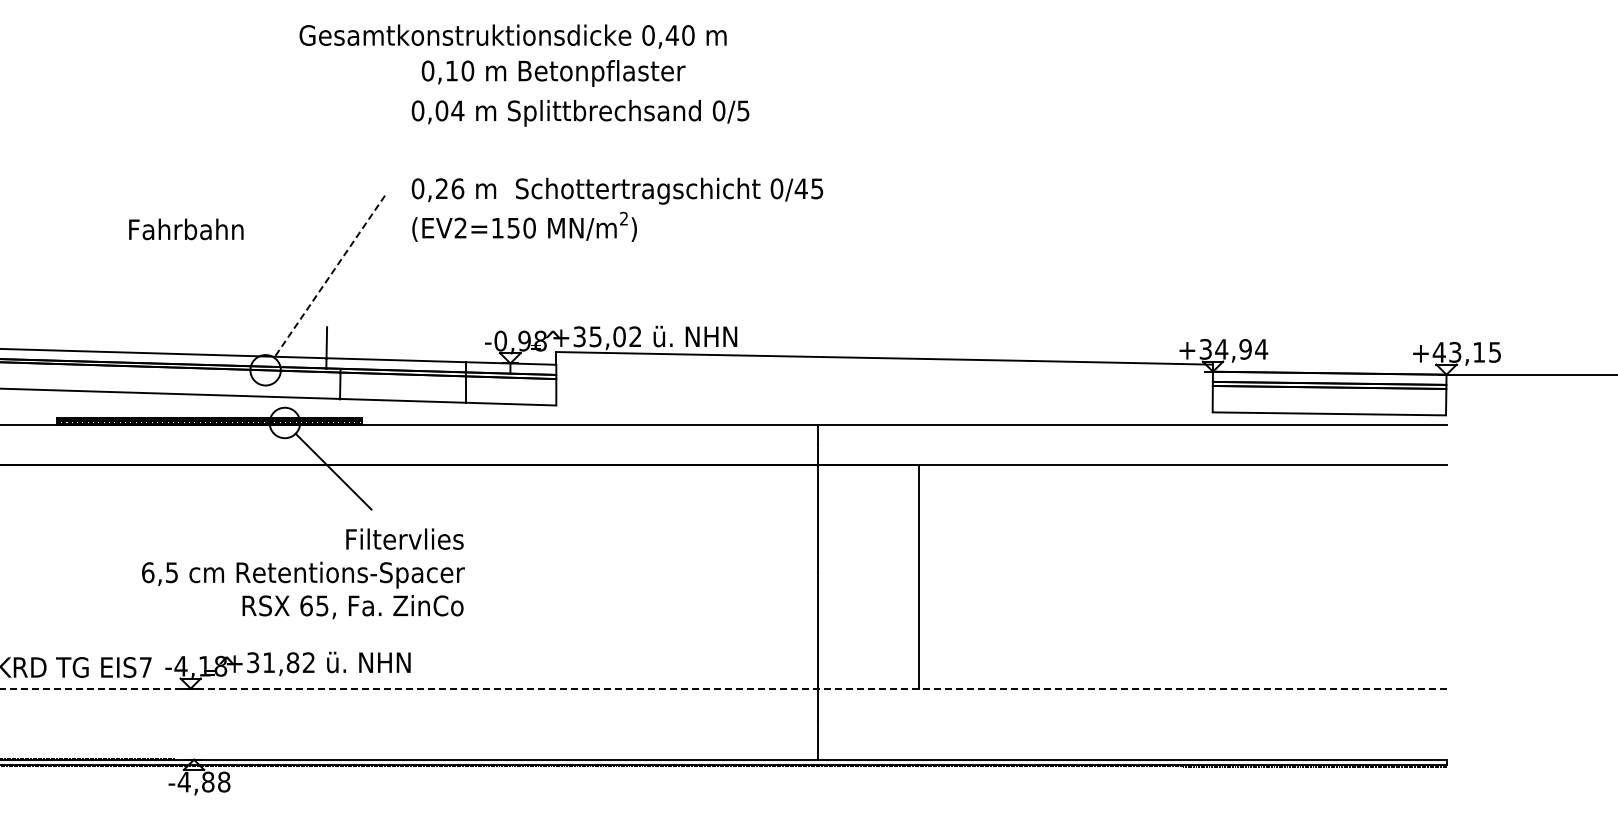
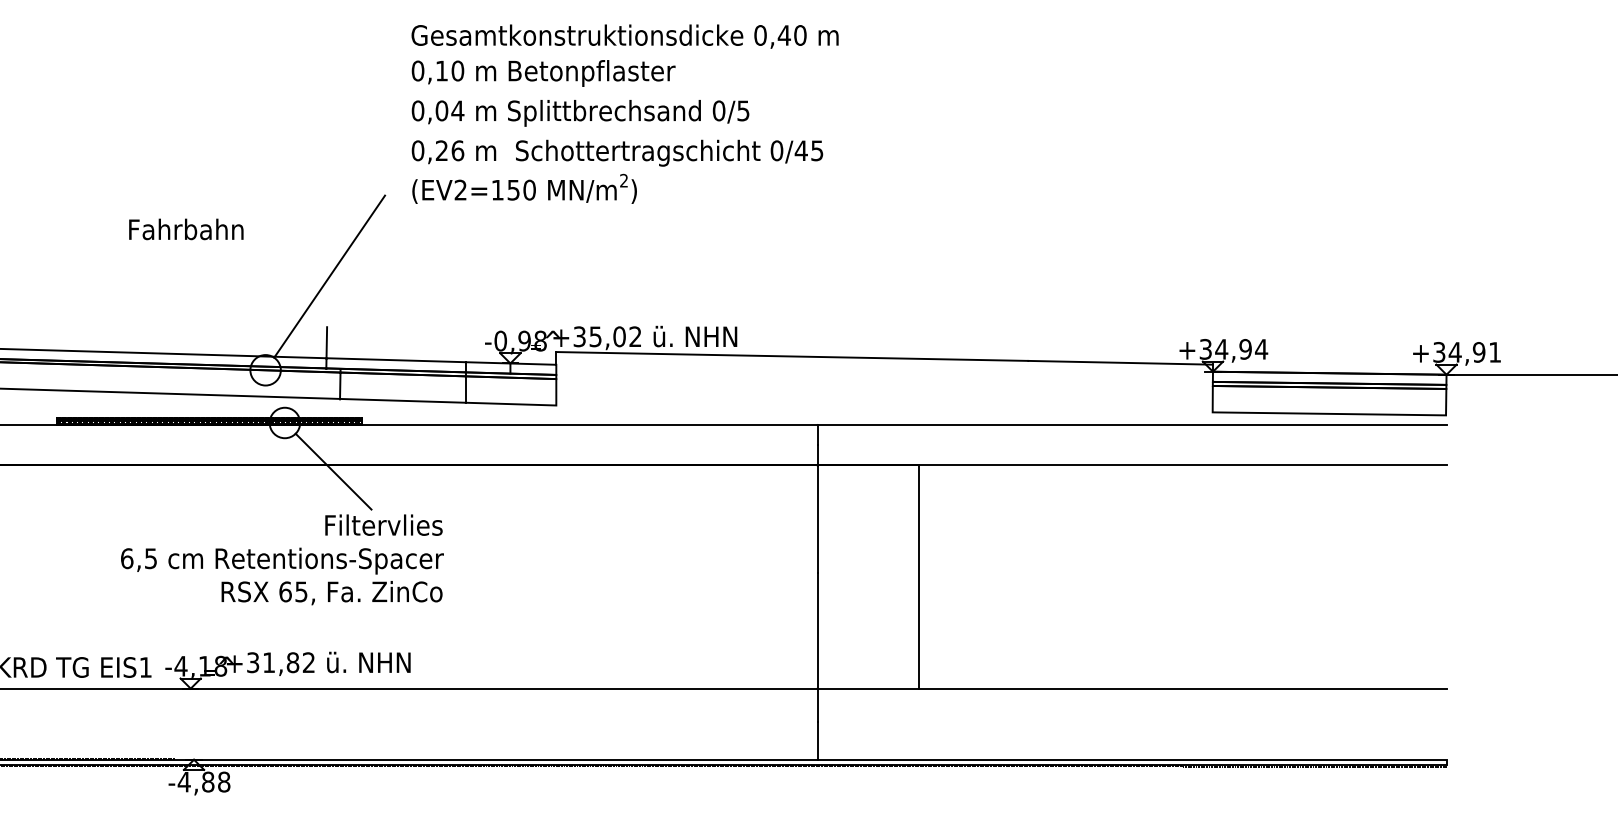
text at (512, 36) position: (512, 36) -> (624, 36)
text at (553, 73) position: (553, 73) -> (543, 73)
text at (617, 209) position: (617, 209) -> (617, 171)
line at (329, 277): dashed -> solid
text at (1466, 351): +43,15 -> +34,91
text at (303, 573) position: (303, 573) -> (282, 559)
text at (145, 667): EIS7 -> EIS1
line at (723, 688): dashed -> solid
